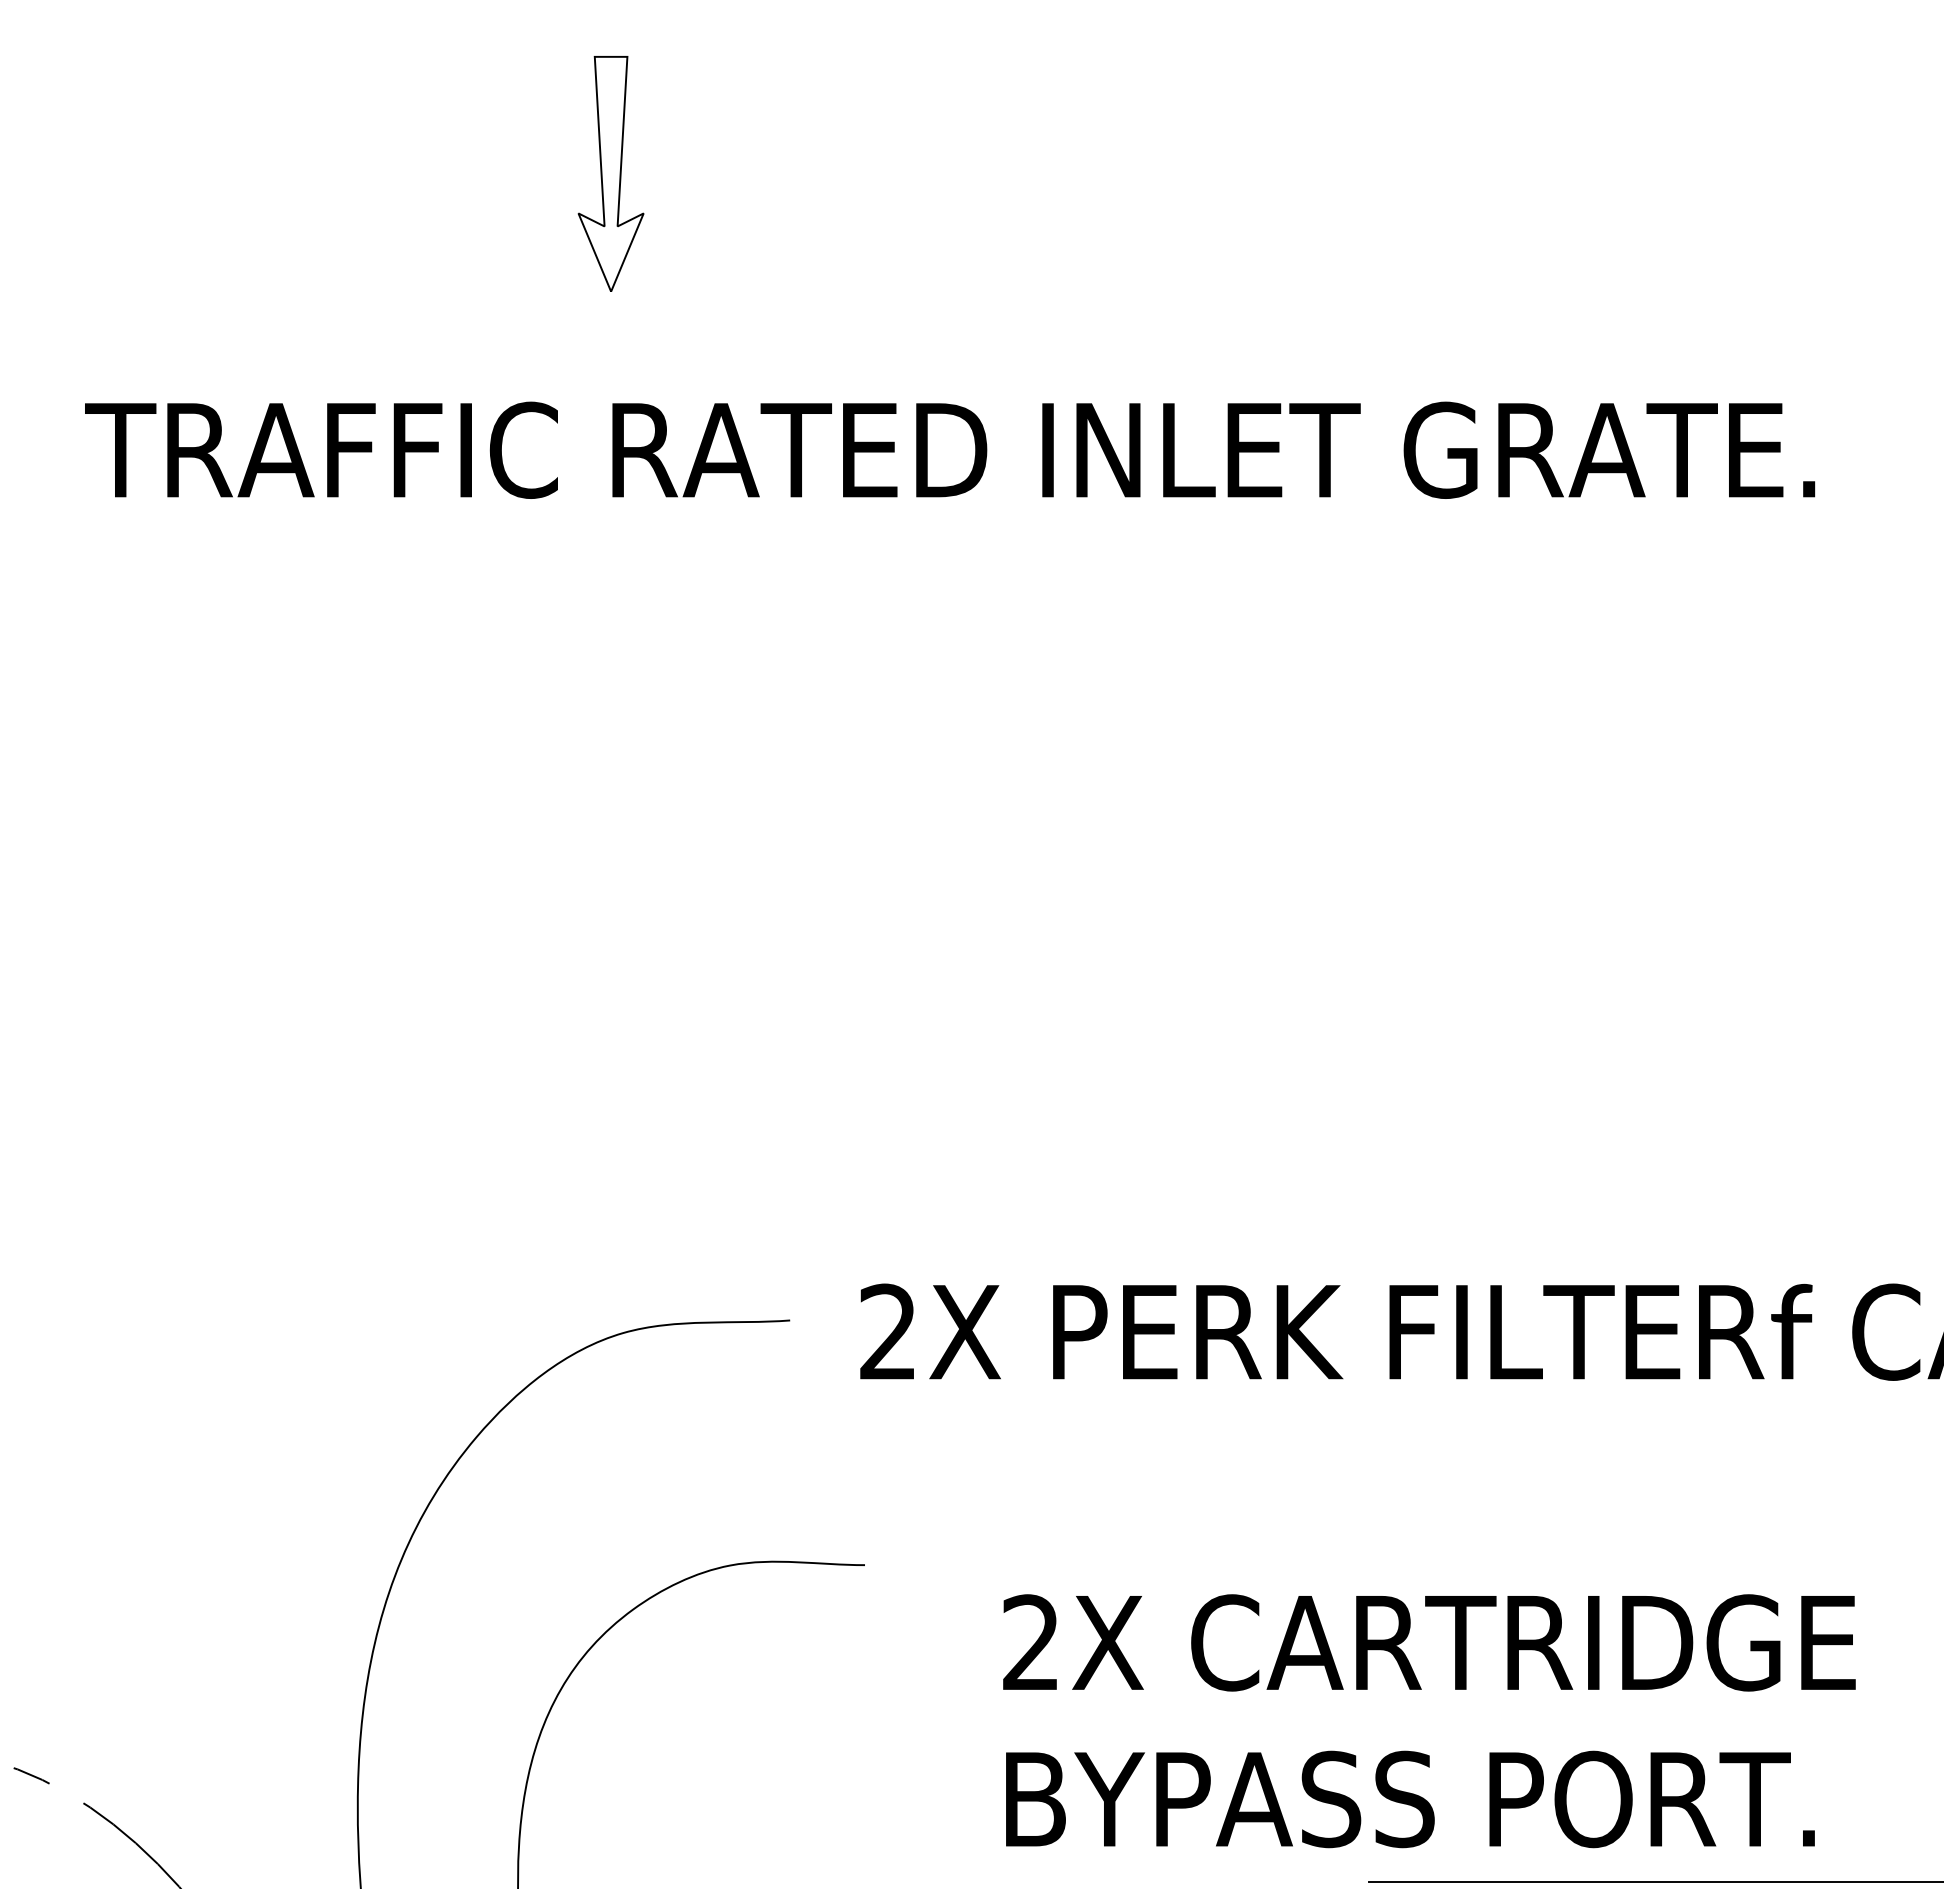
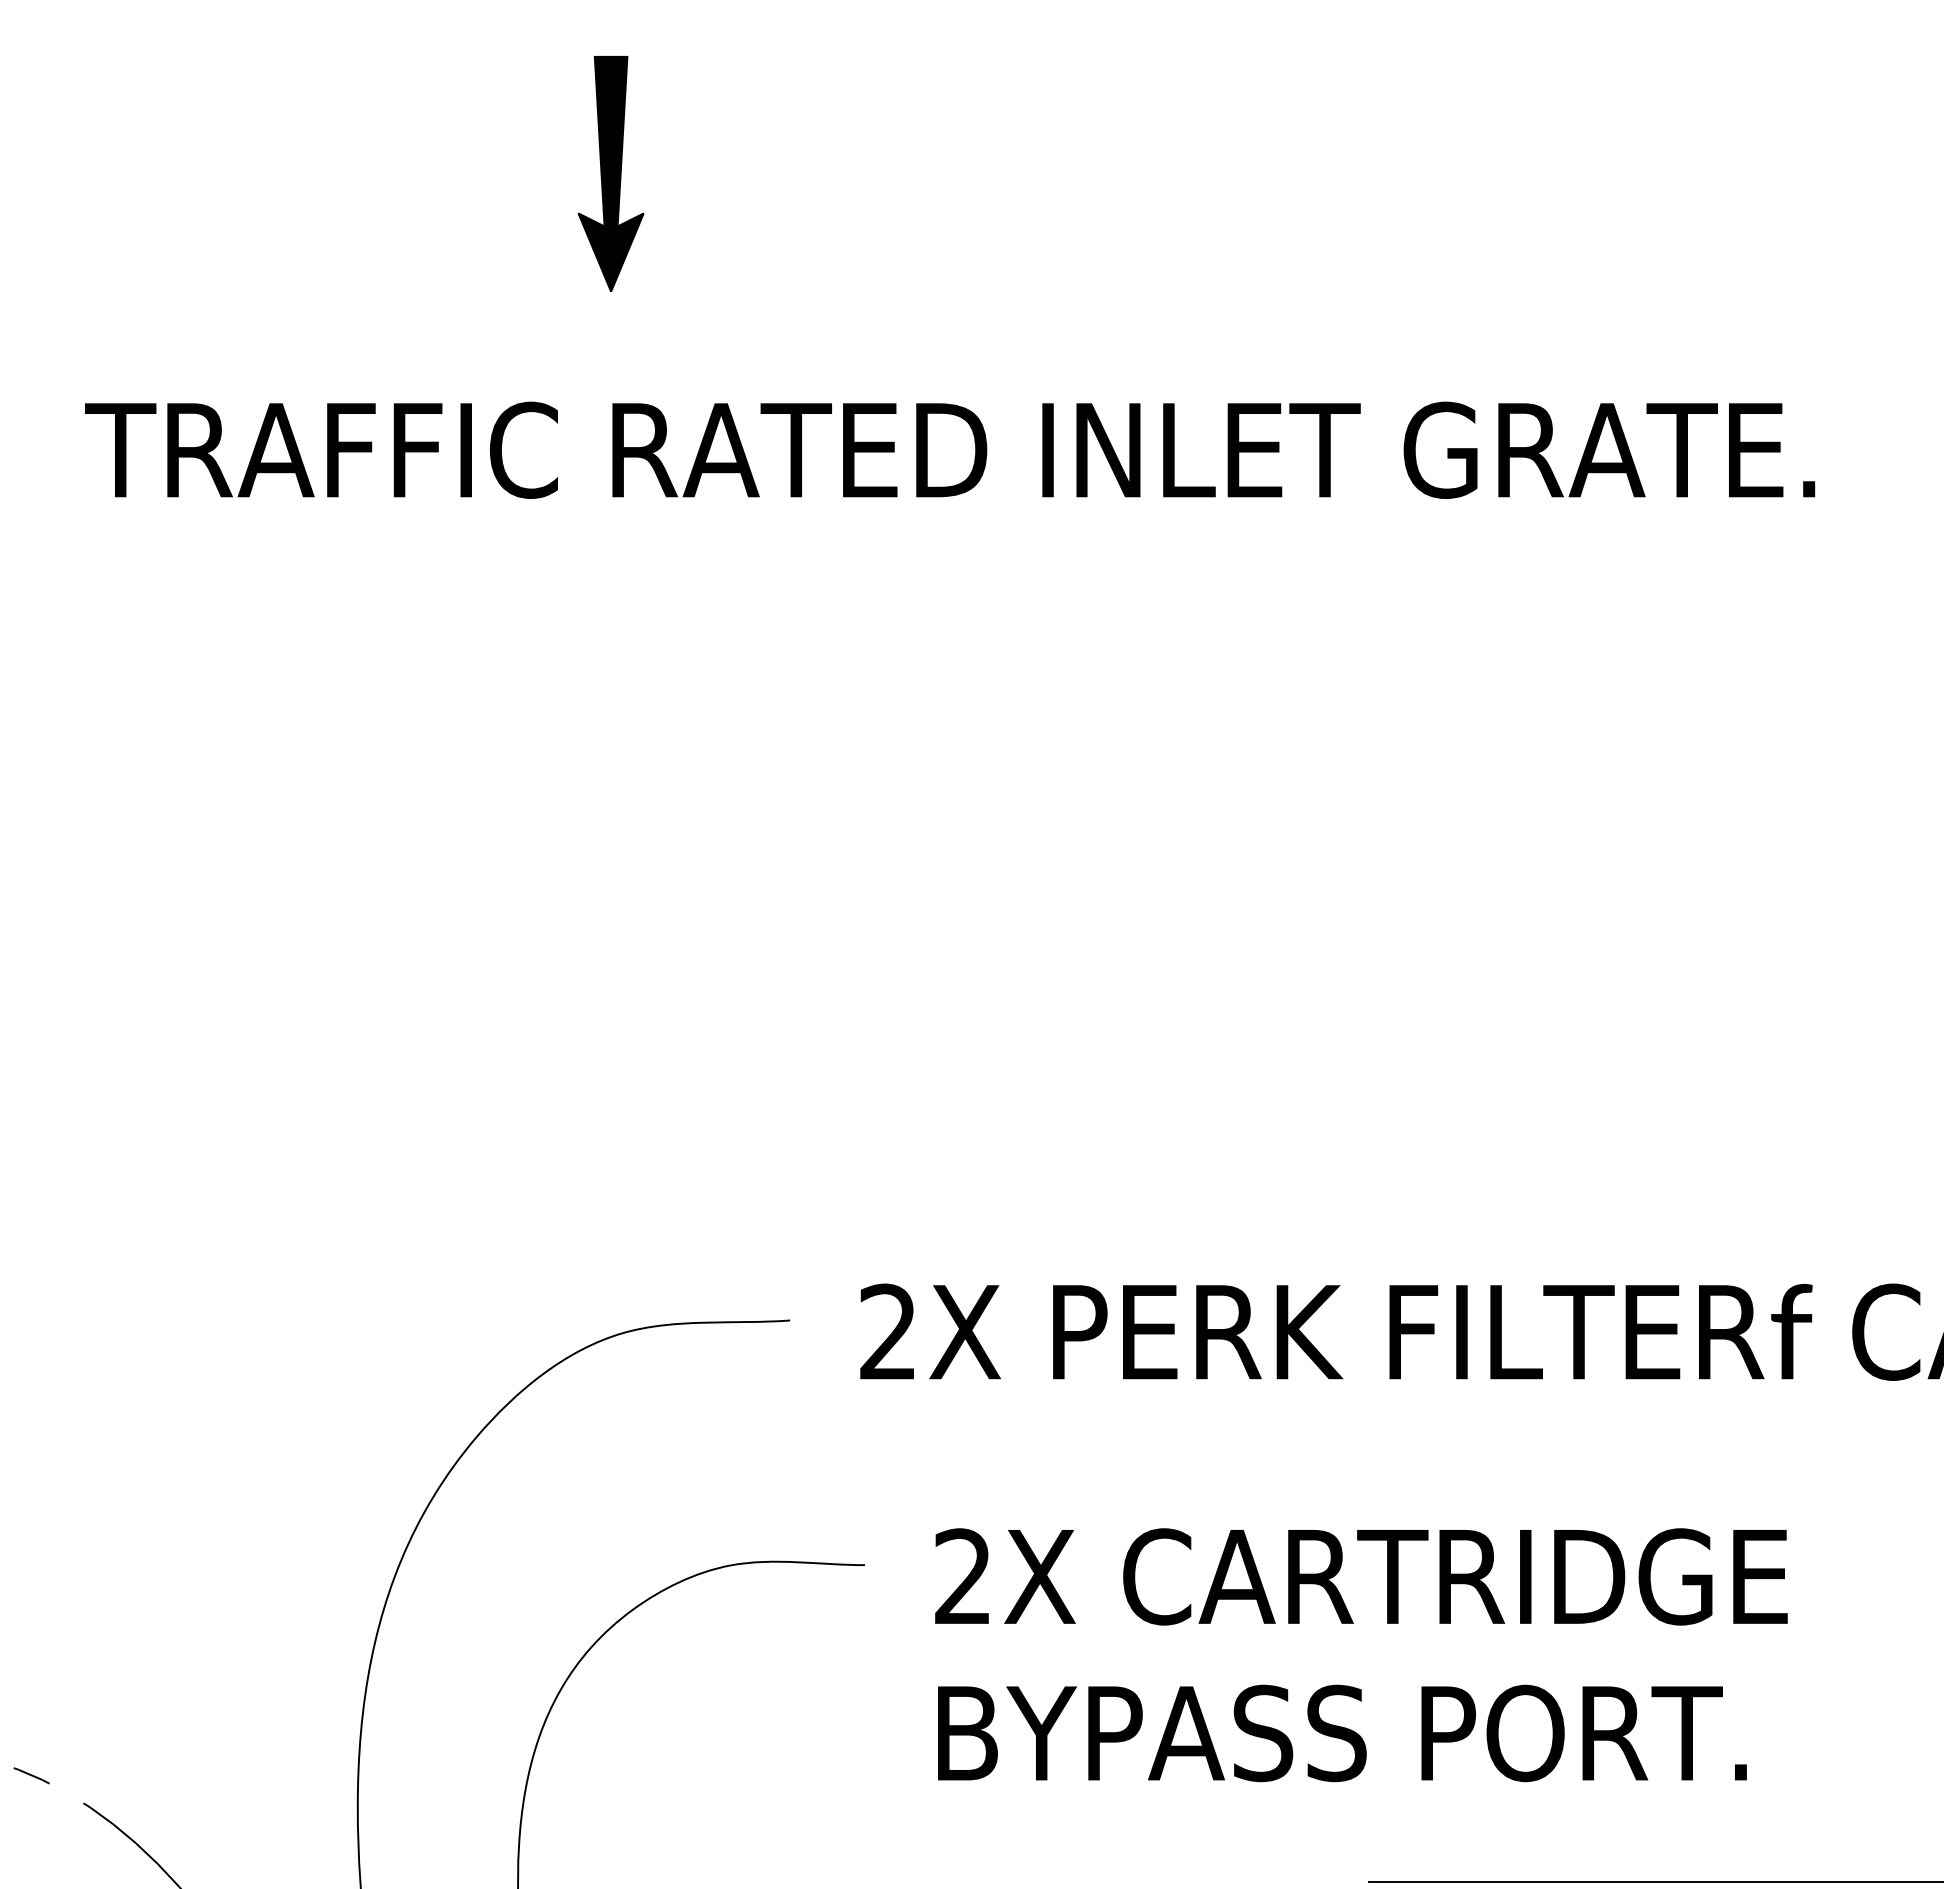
fill at (610, 173): none -> present
text at (1429, 1721) position: (1429, 1721) -> (1361, 1655)
